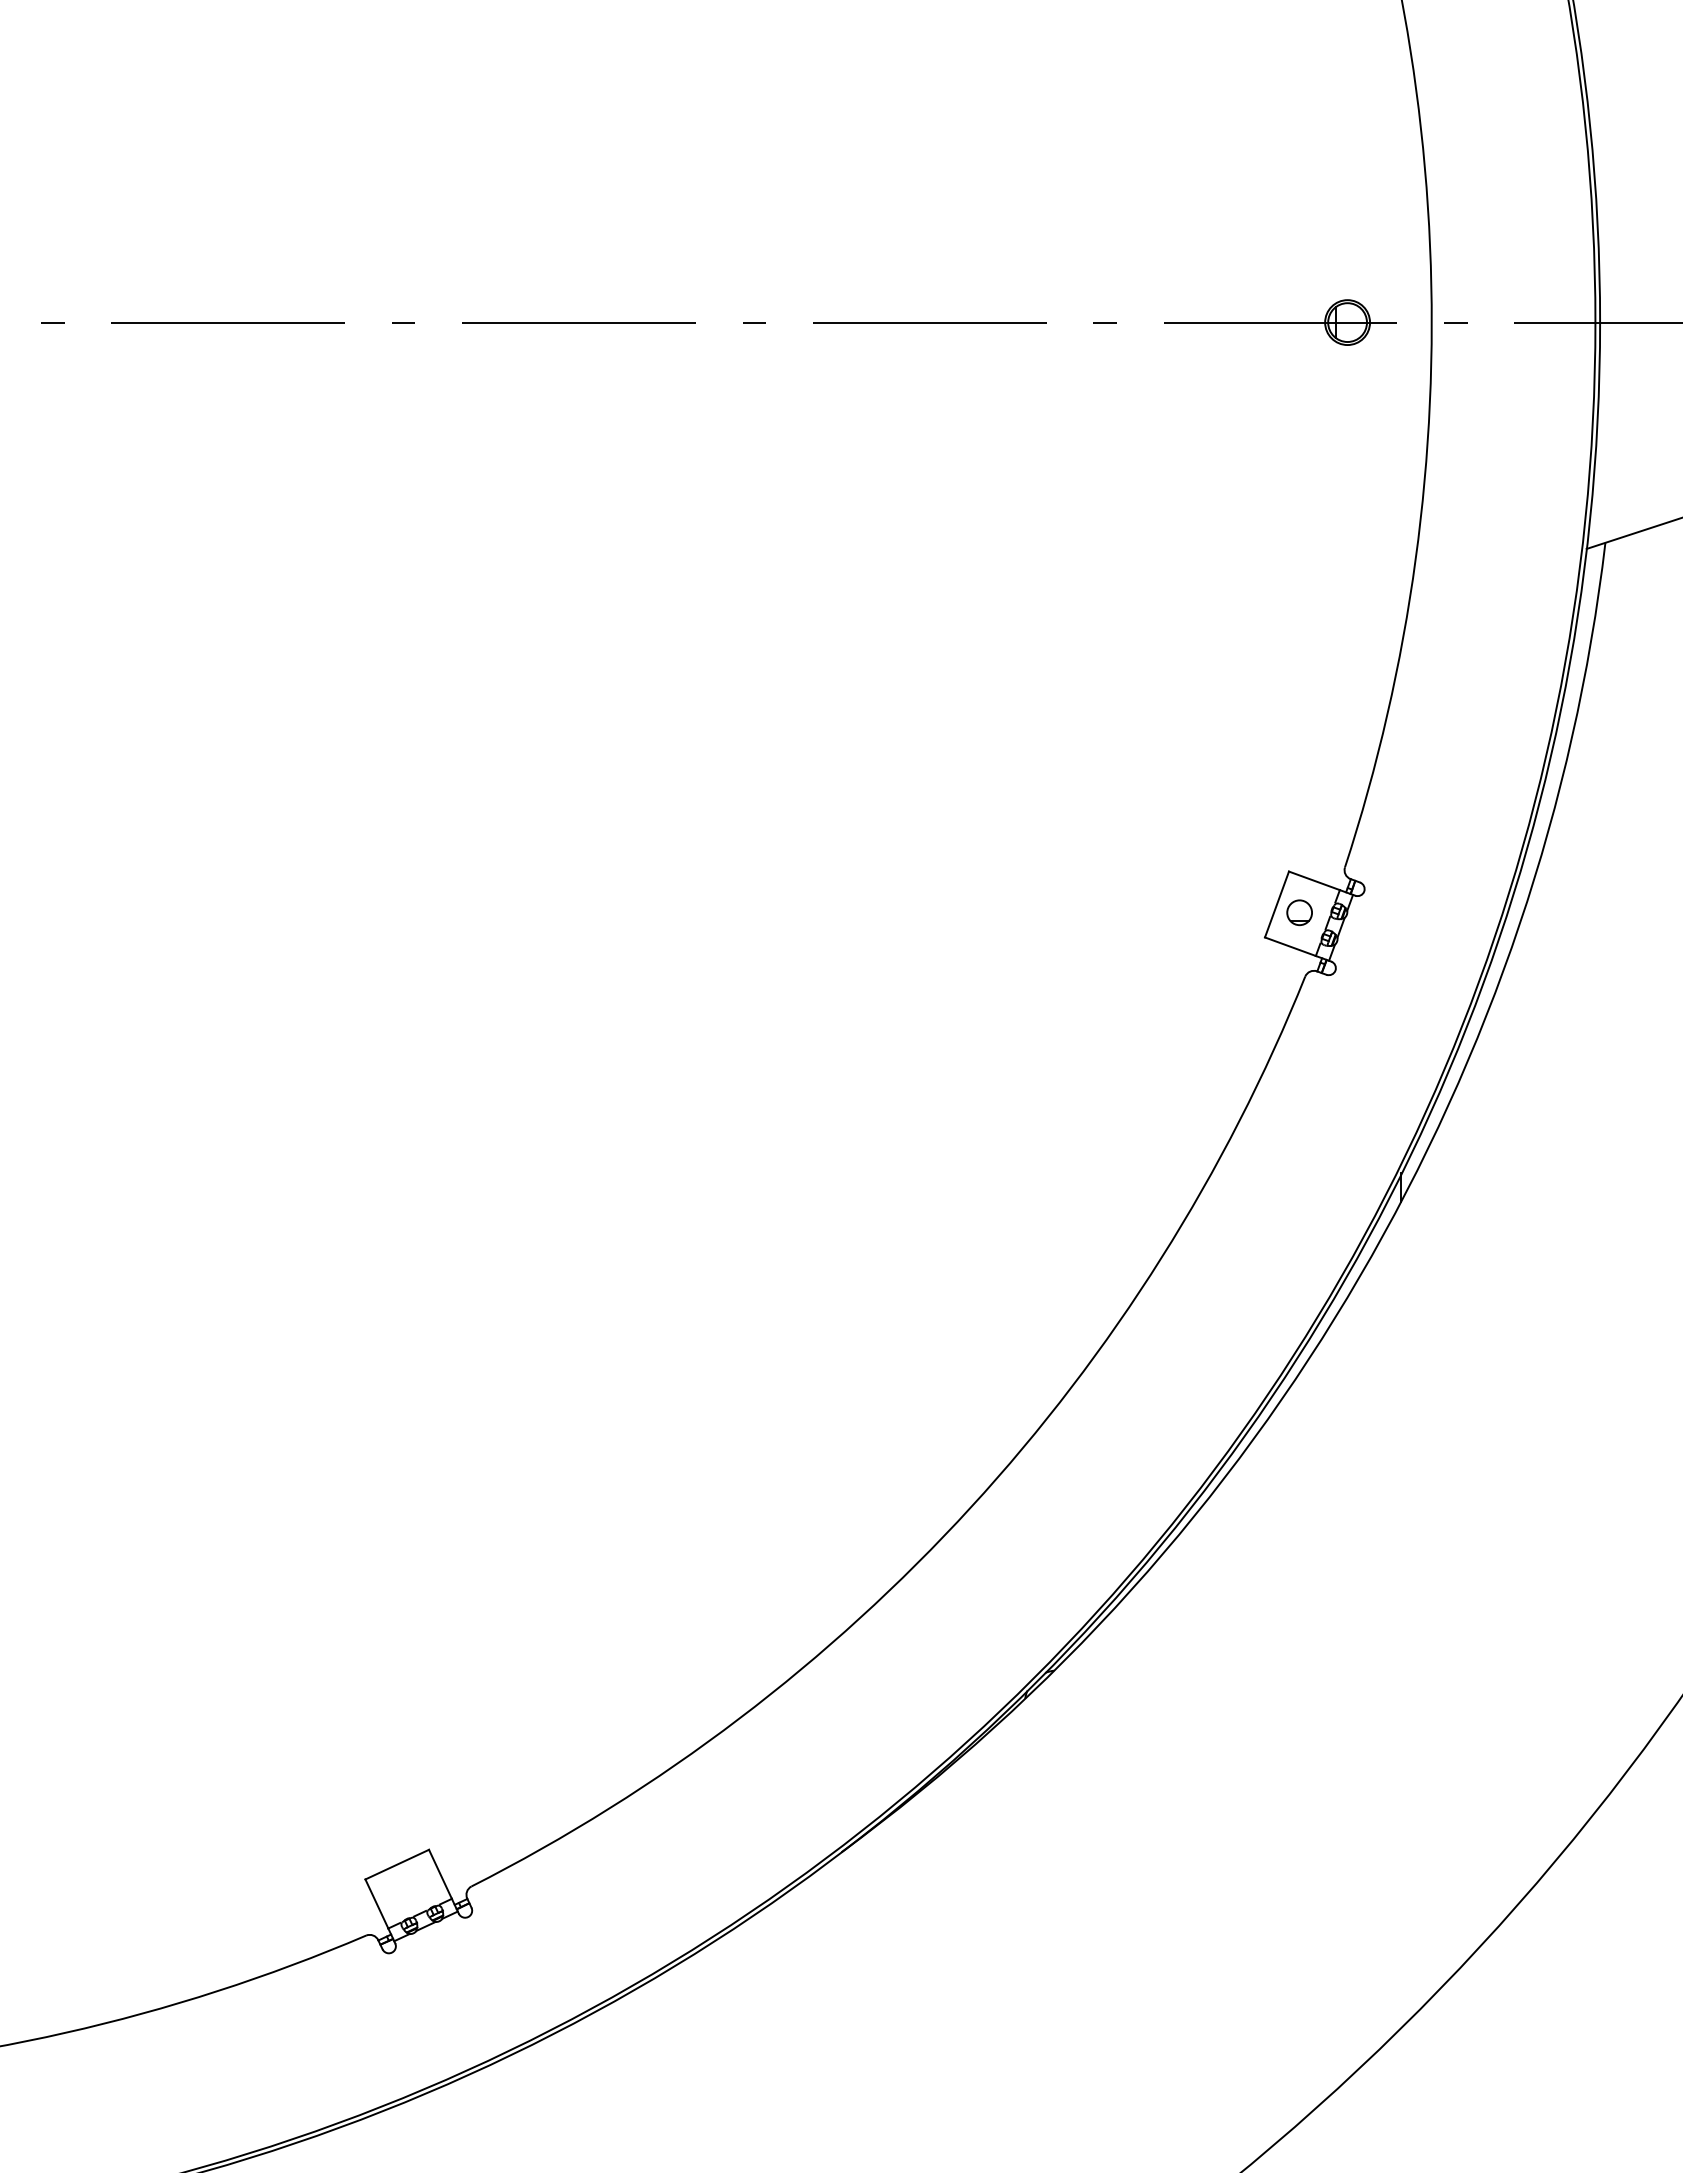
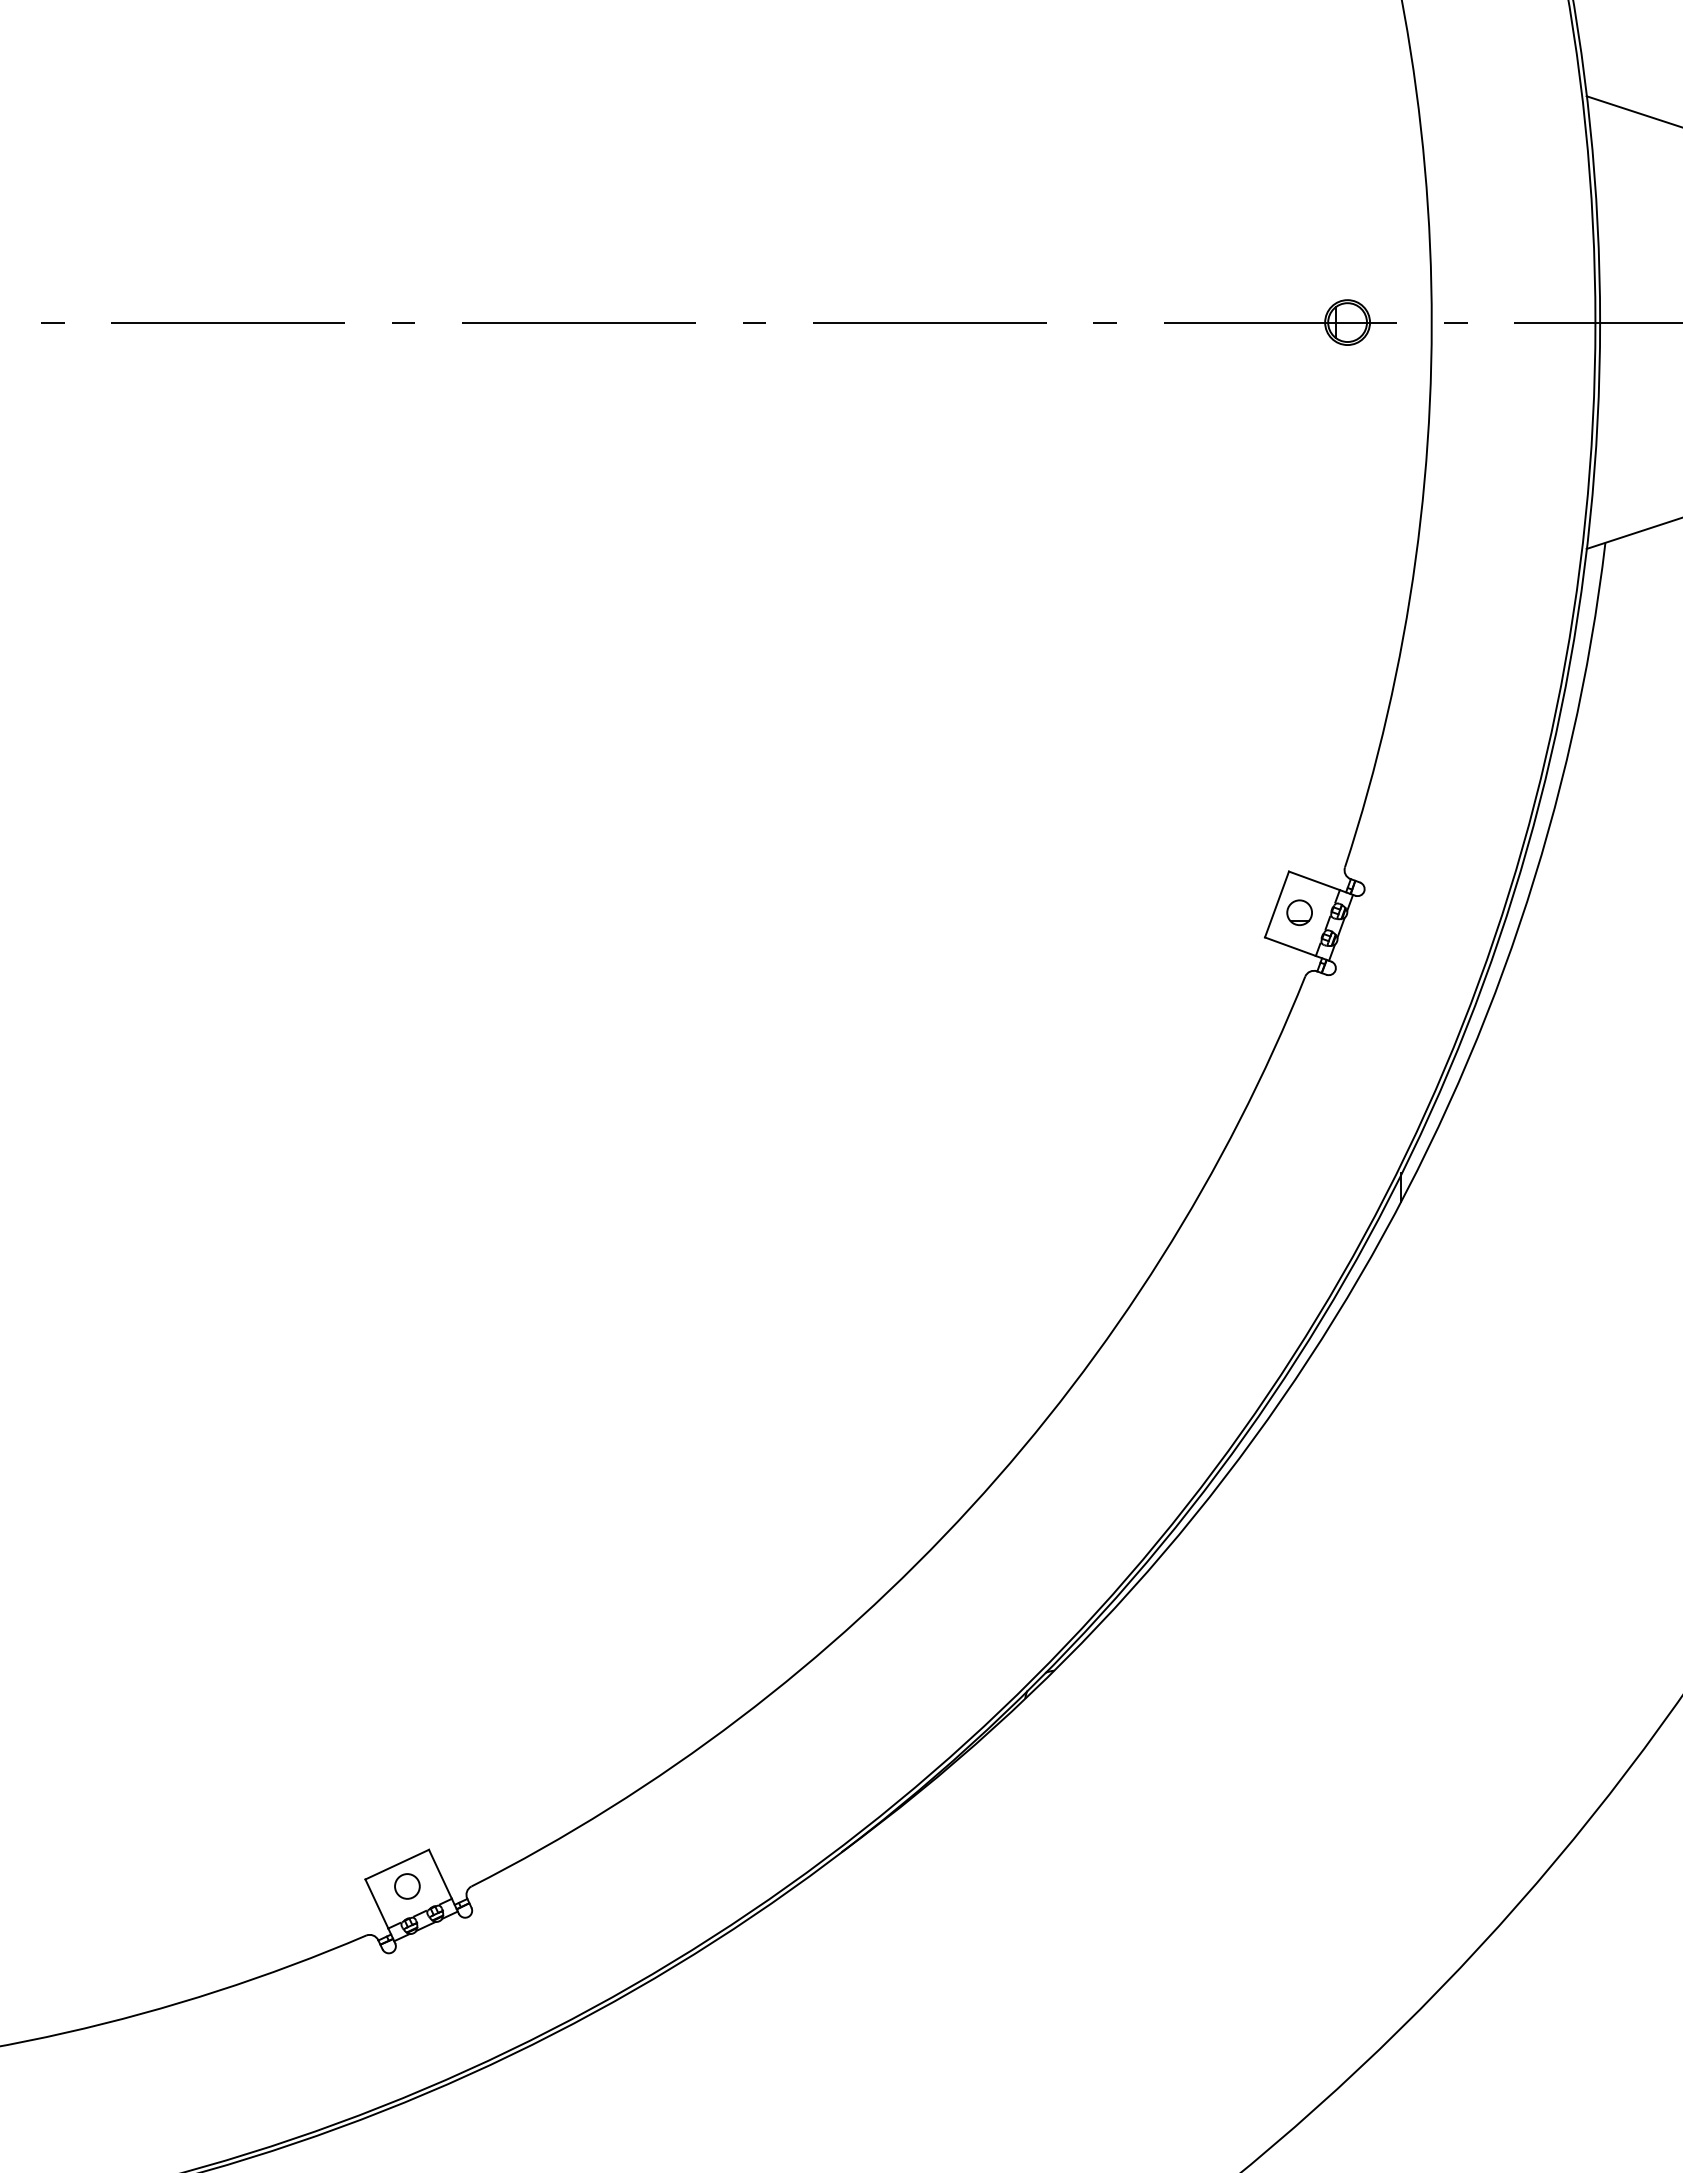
line at (1632, 111): none -> present
circle at (407, 1886): none -> present
